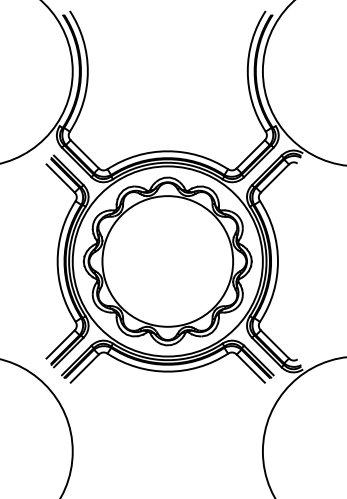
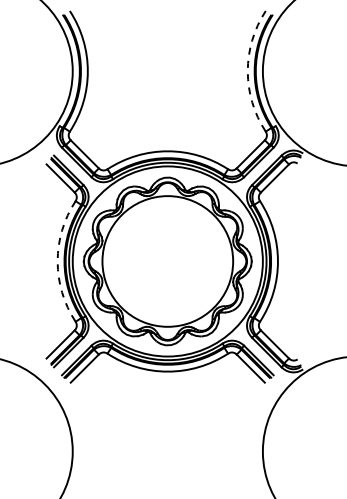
arc at (247, 71): solid -> dashed
arc at (57, 261): solid -> dashed
